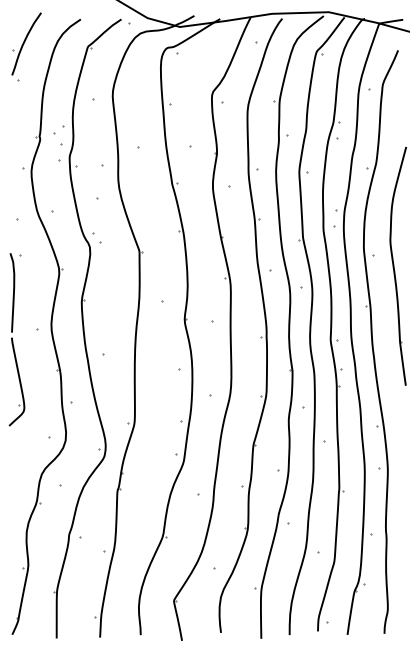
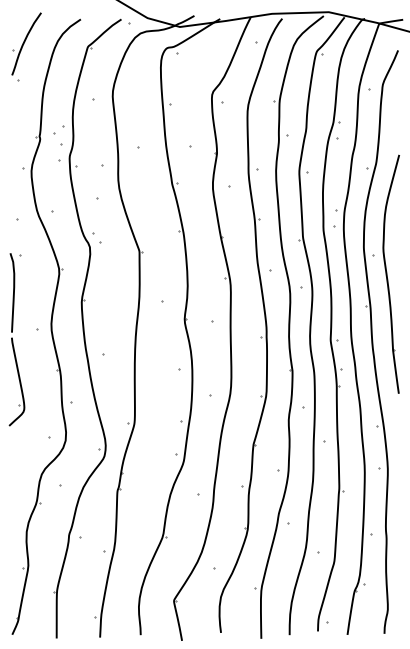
part at (397, 265) position: (397, 265) -> (390, 273)
